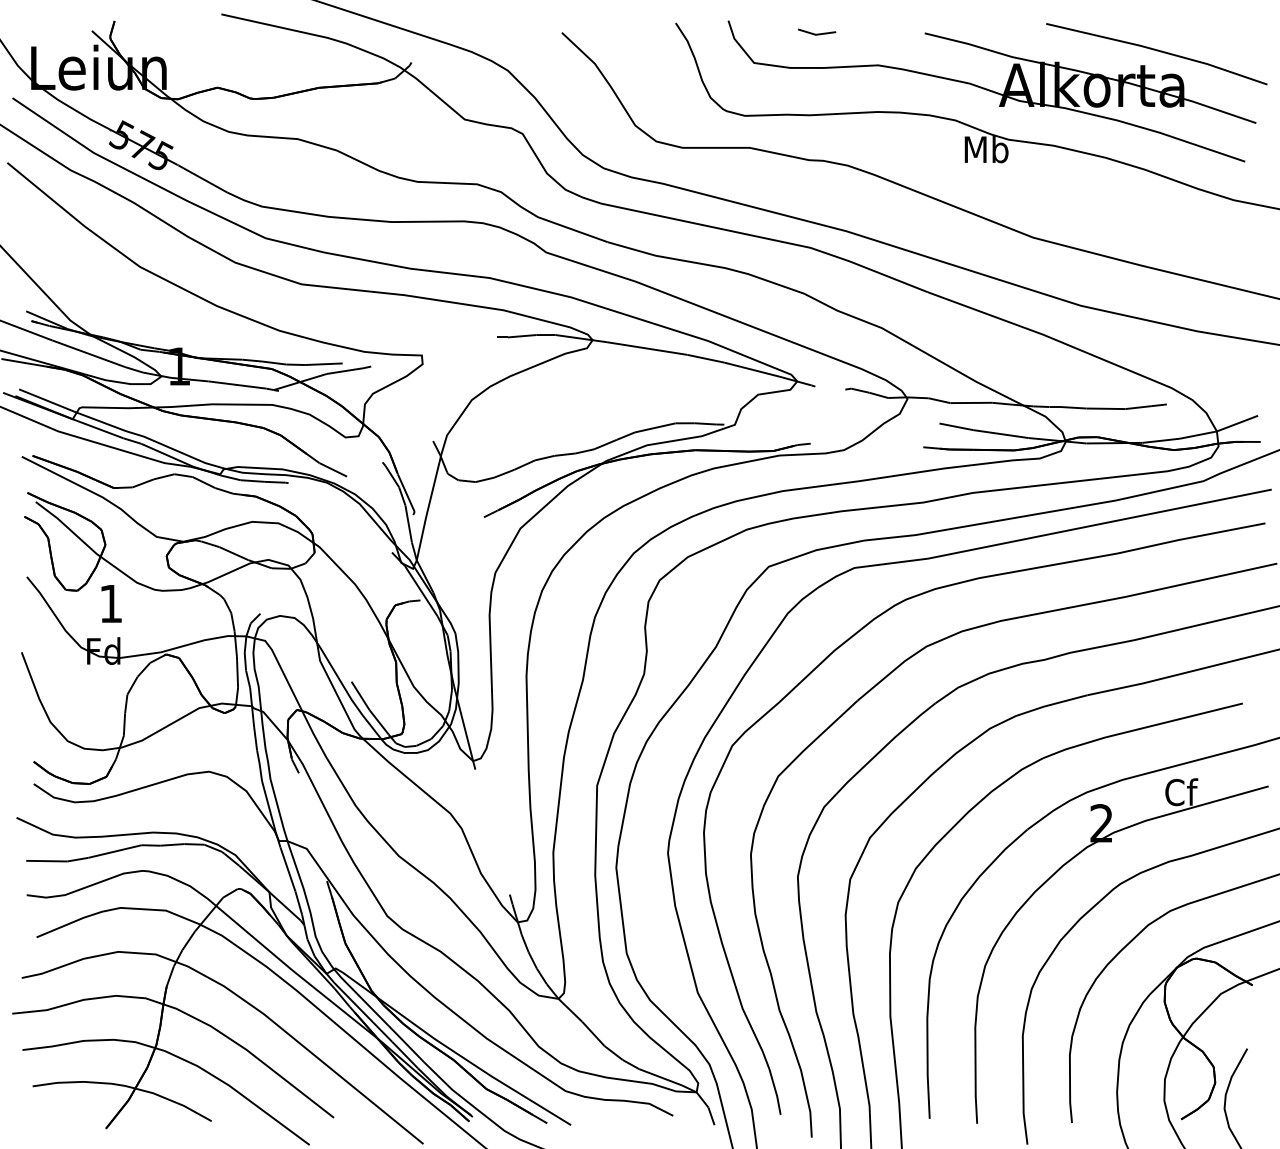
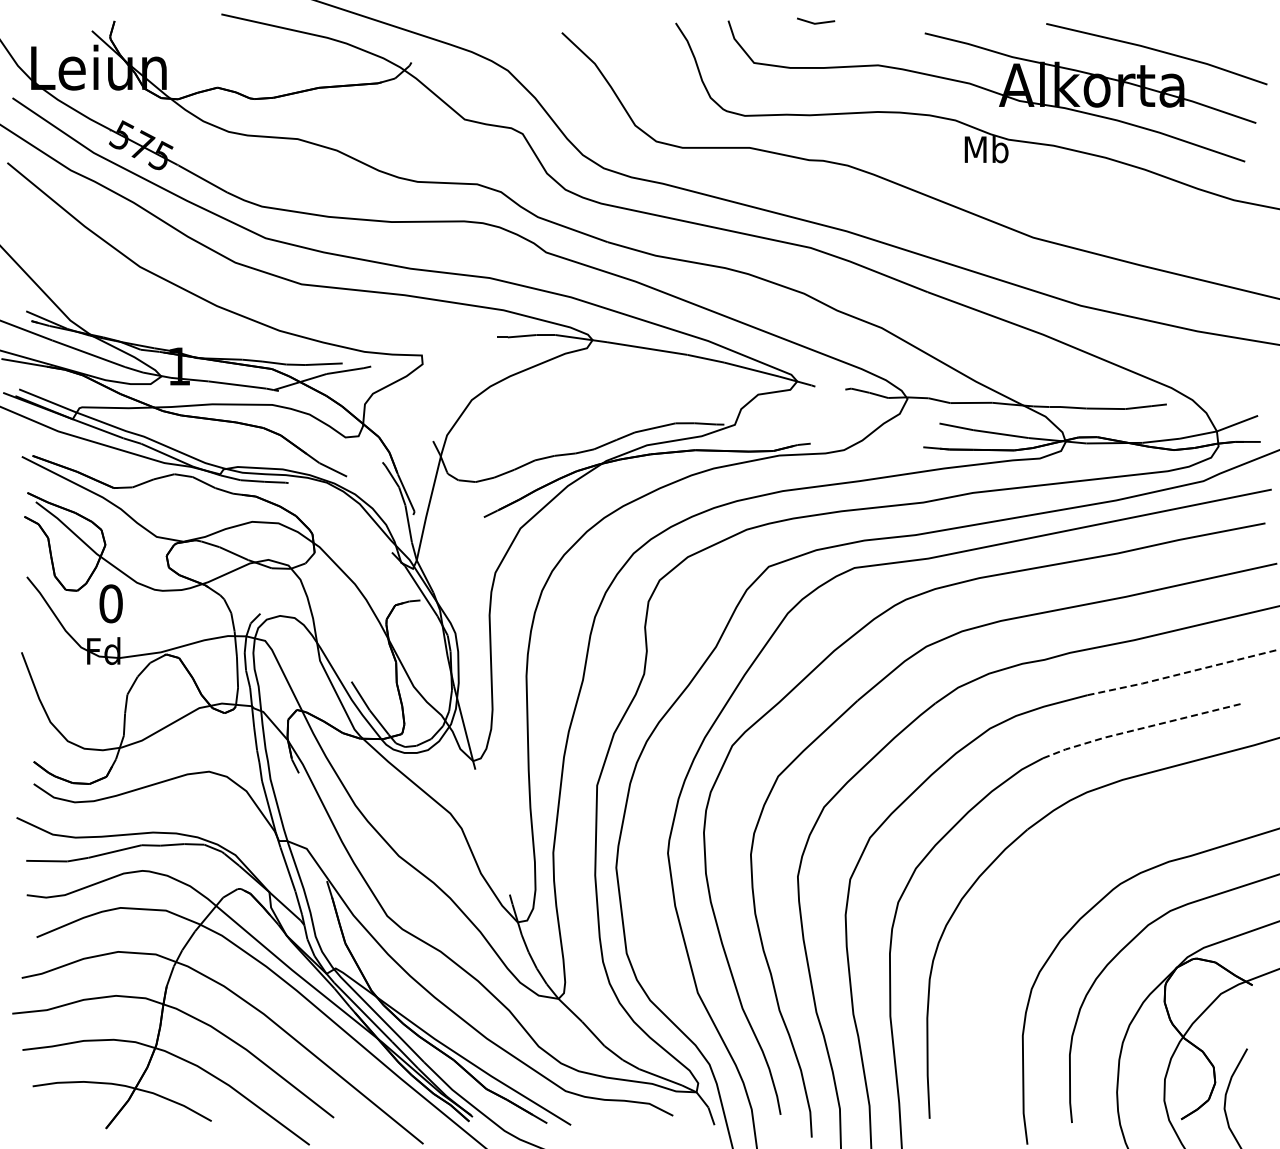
line at (817, 33) position: (817, 33) -> (816, 22)
text at (110, 603): 1 -> 0
line at (1183, 673): solid -> dashed
line at (1140, 728): solid -> dashed
part at (1054, 875): present -> none
